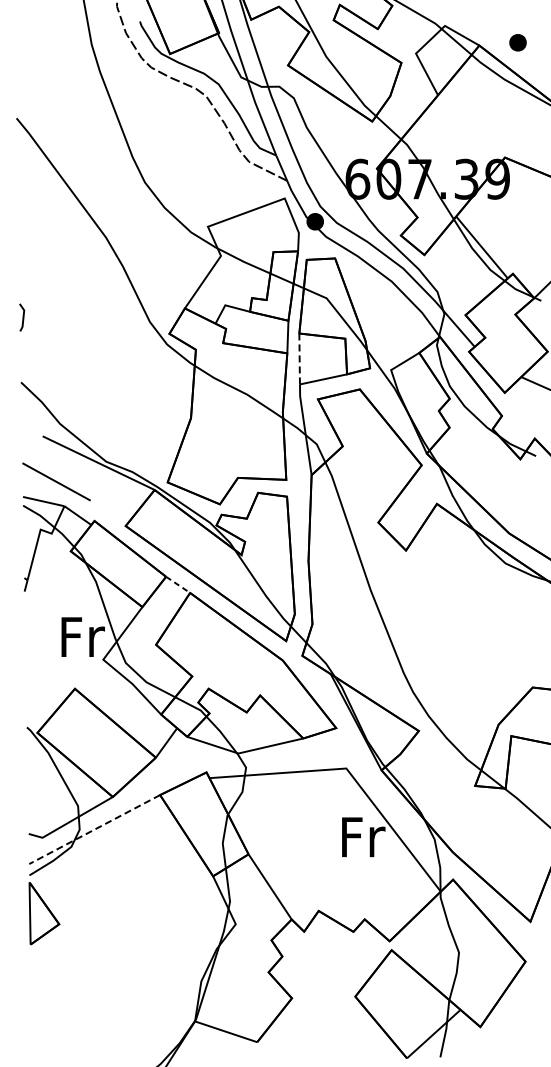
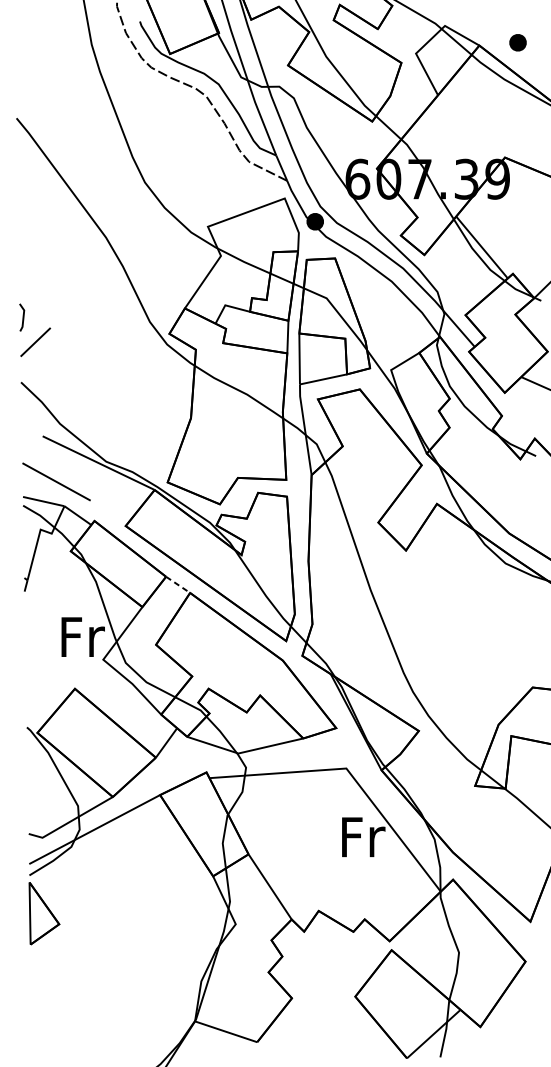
line at (35, 341): none -> present
line at (299, 358): dashed -> solid
line at (94, 829): dashed -> solid
